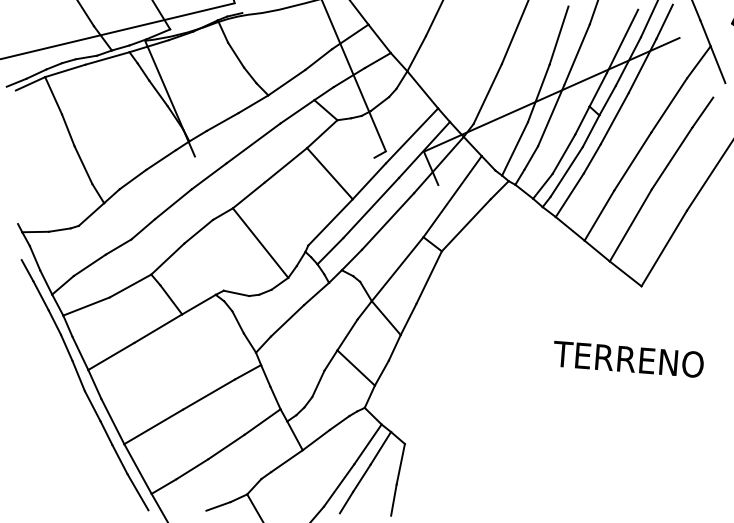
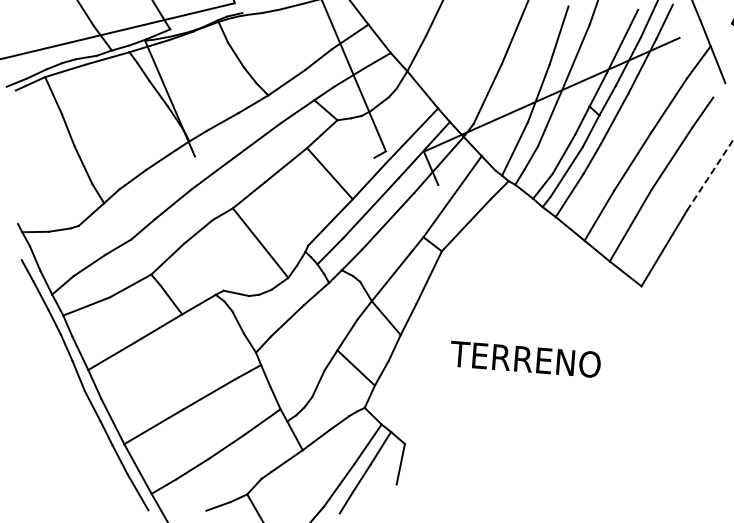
line at (710, 175): solid -> dashed
text at (628, 359) position: (628, 359) -> (525, 359)
line at (393, 499): present -> none
